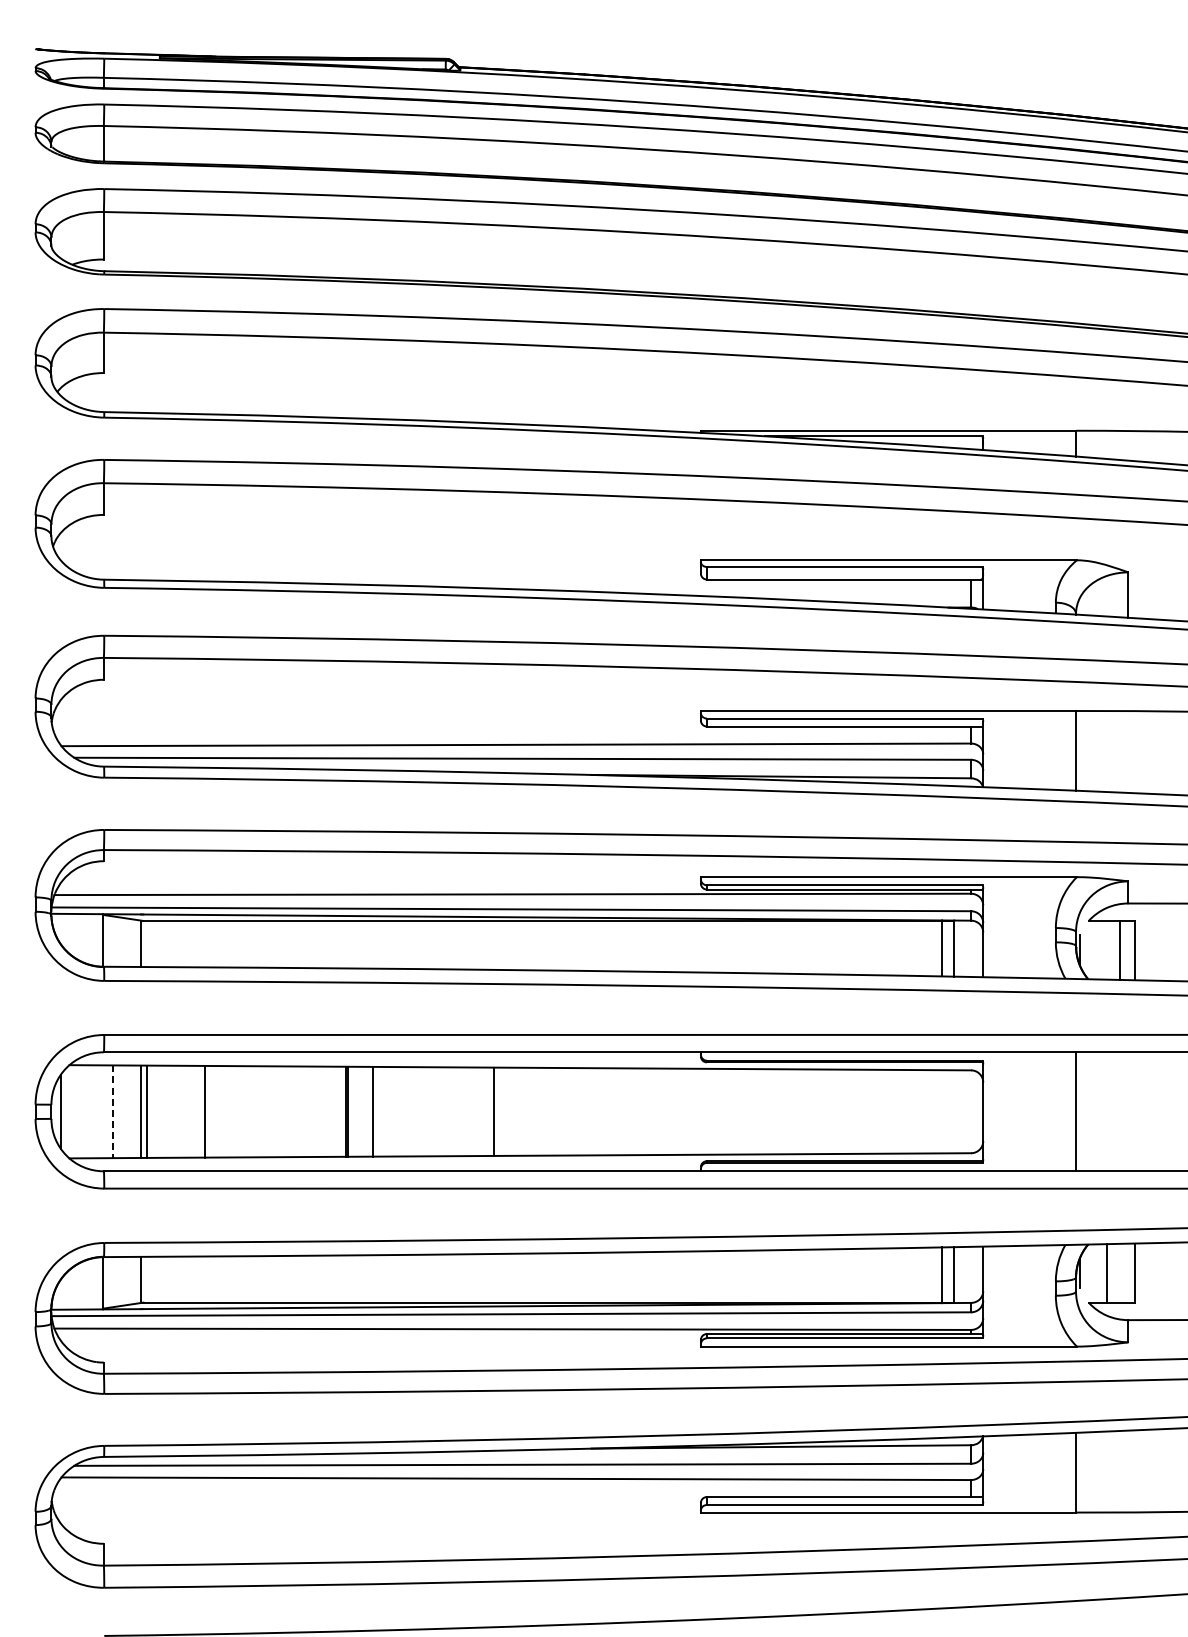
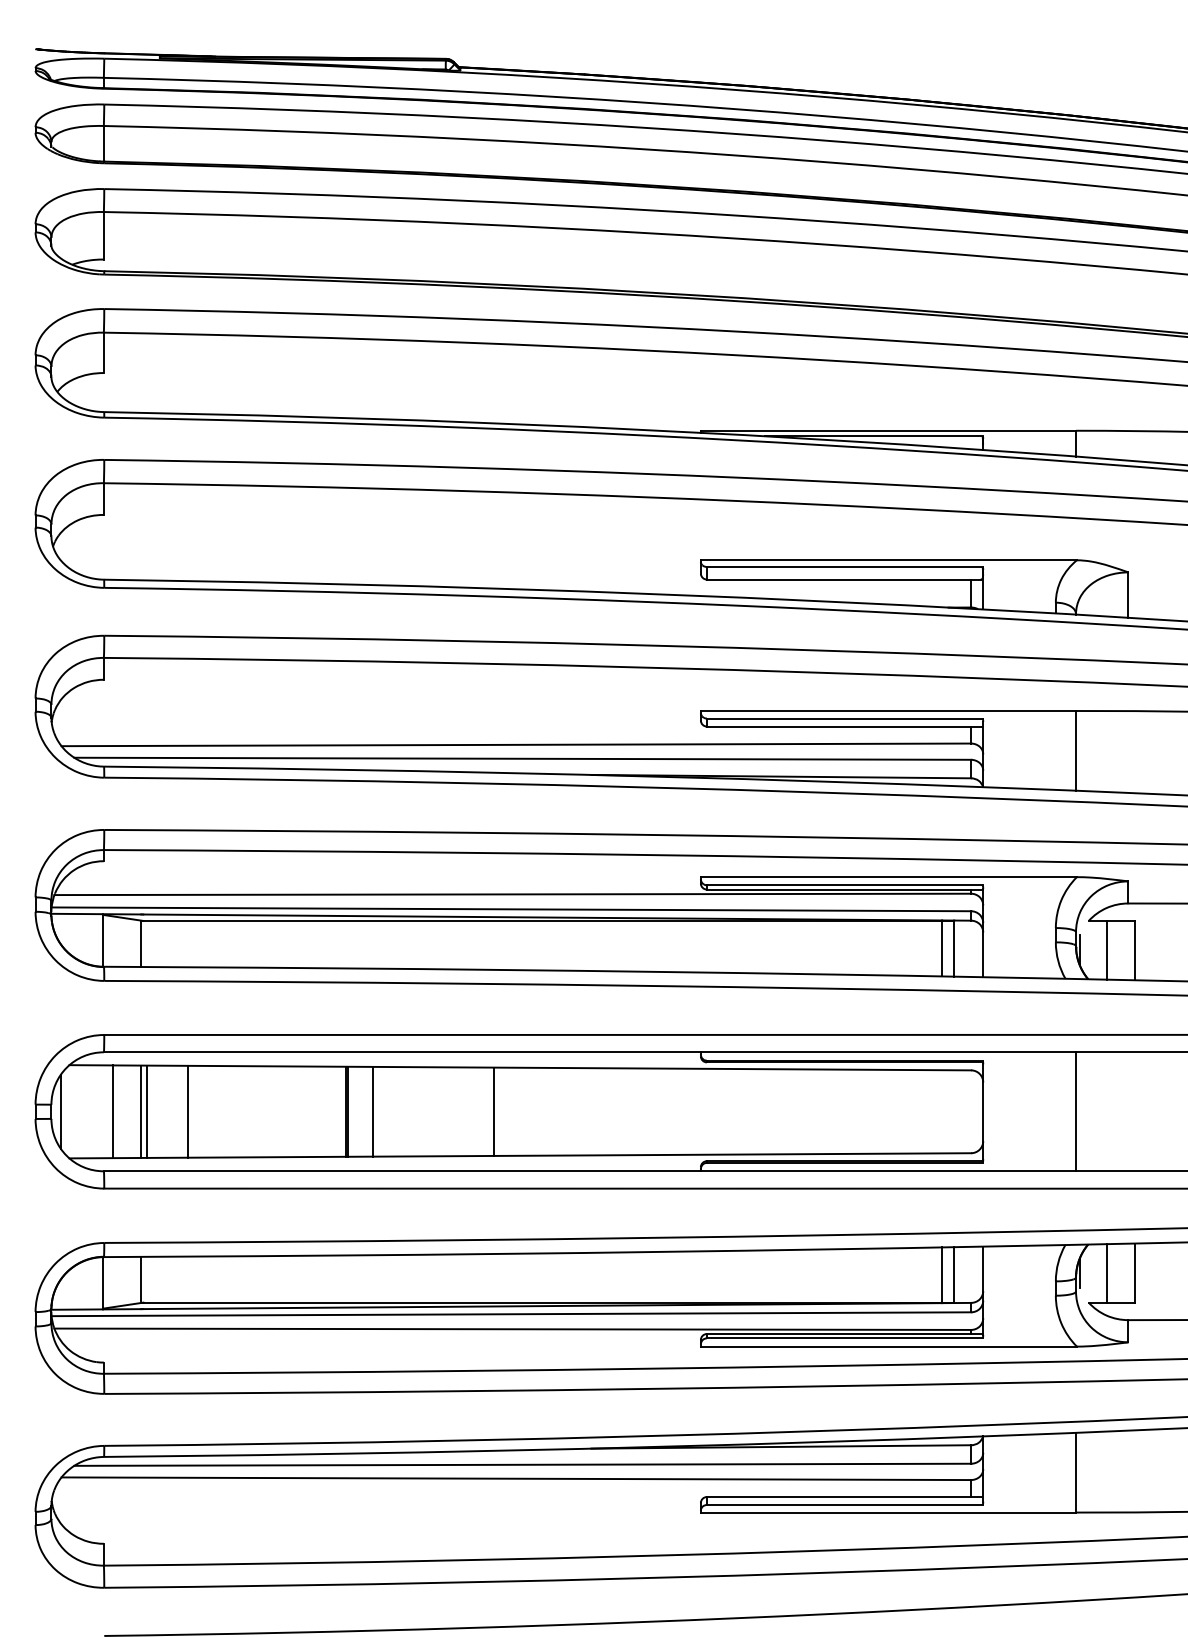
line at (1120, 949) position: (1120, 949) -> (1107, 949)
line at (204, 1111) position: (204, 1111) -> (187, 1111)
line at (113, 1112): dashed -> solid
